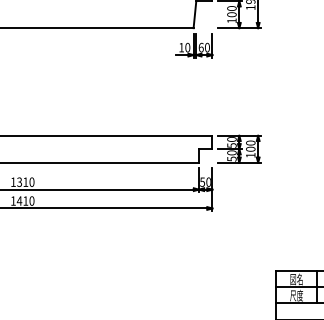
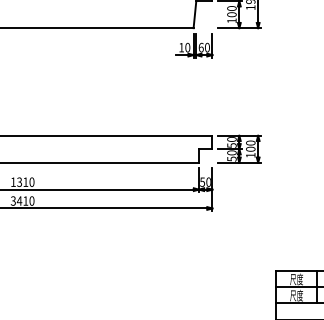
text at (12, 200): 1410 -> 3410
text at (296, 279): 図名 -> 尺度
